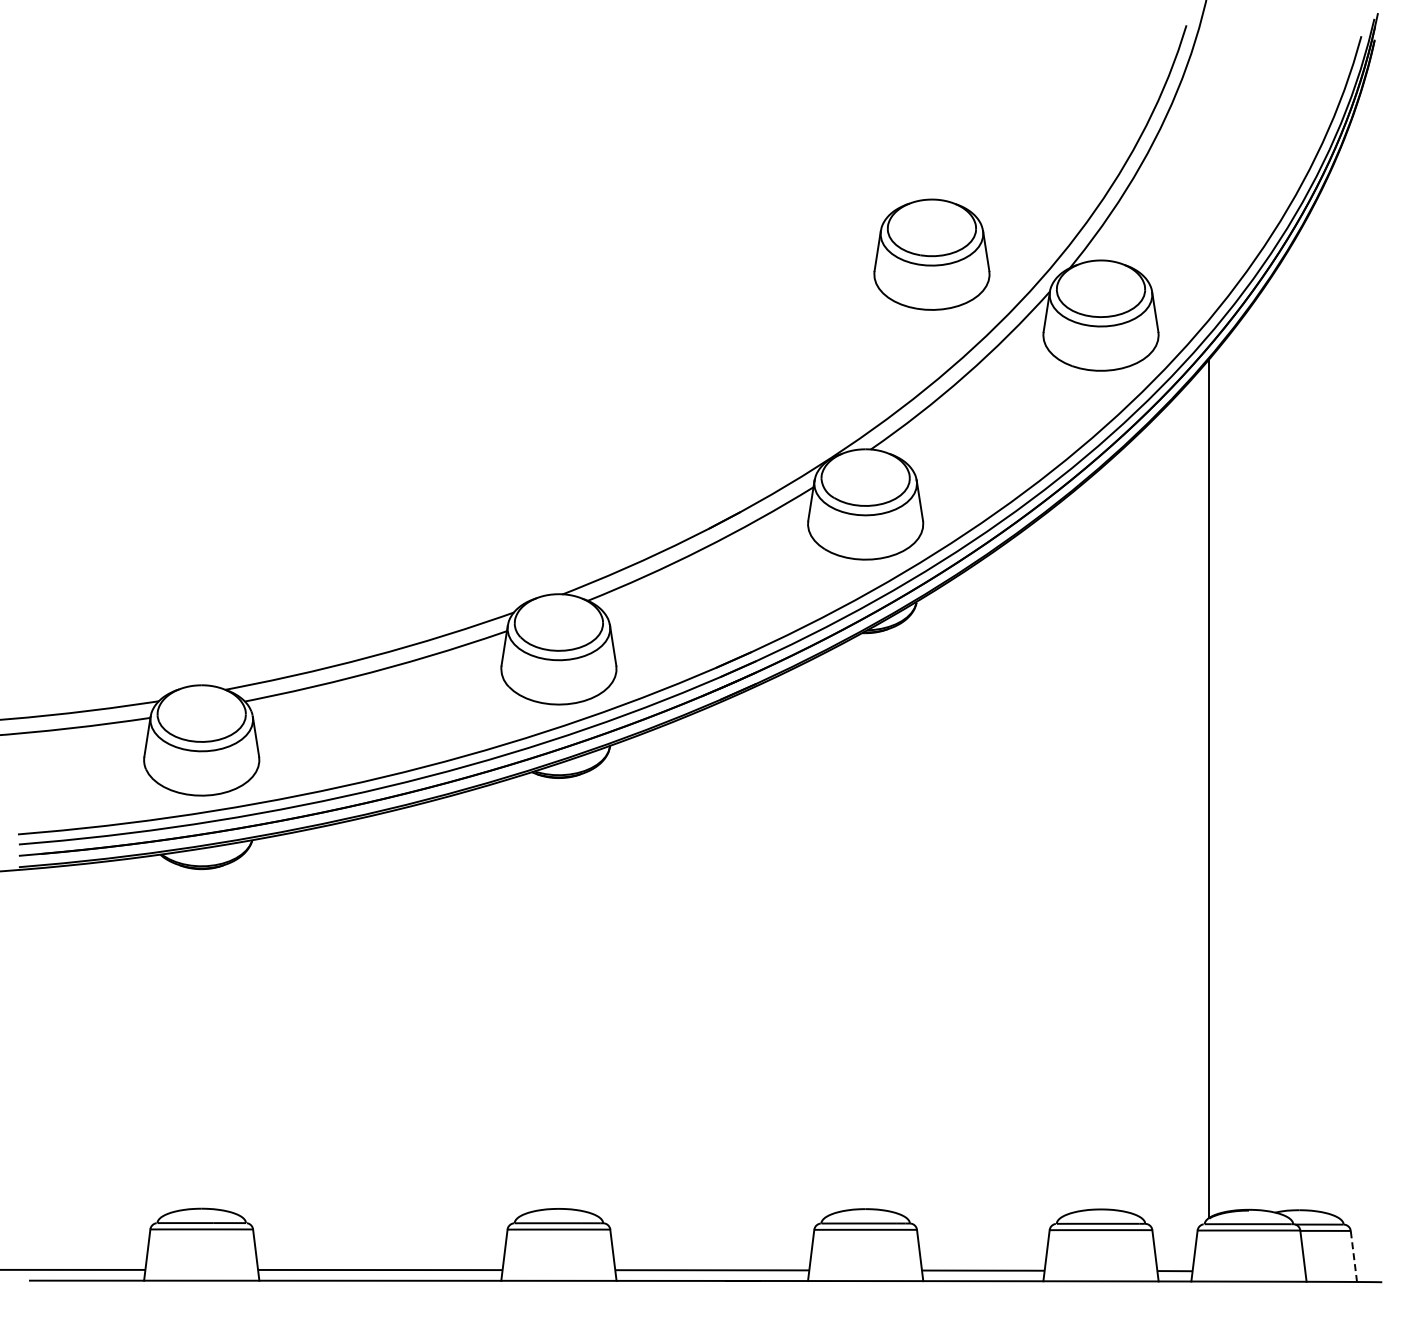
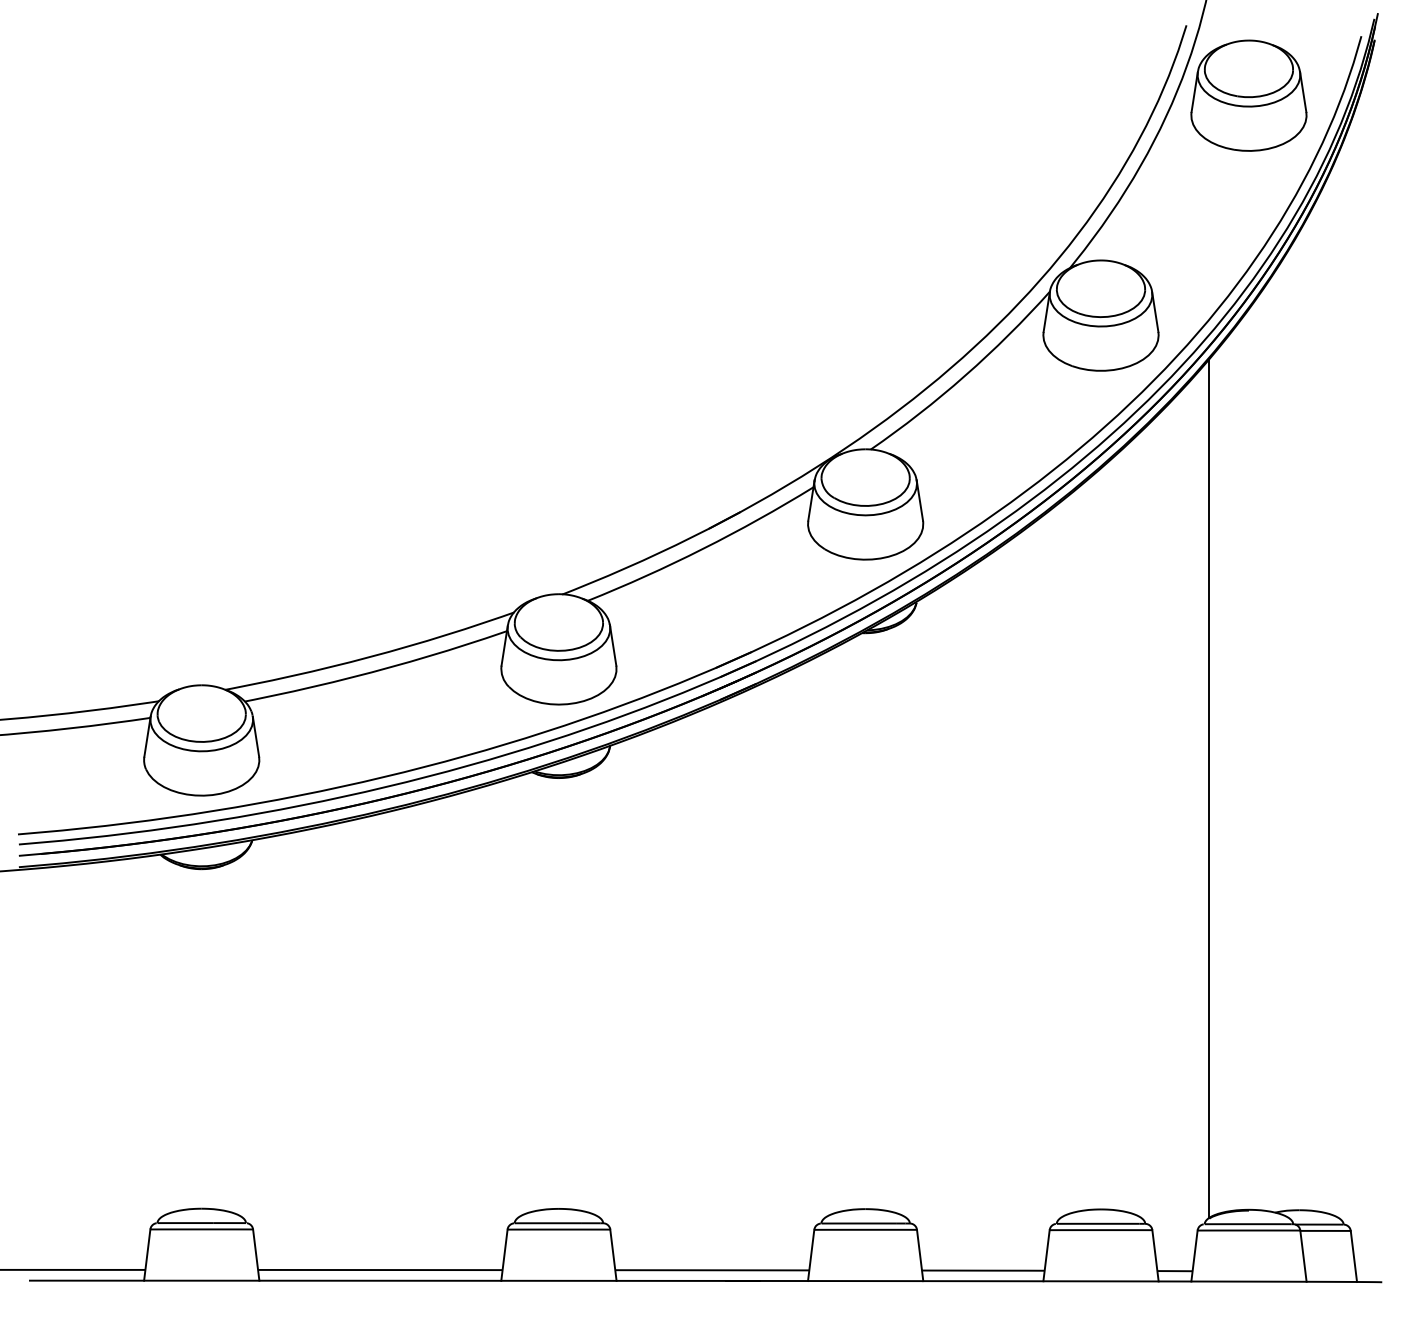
part at (931, 254) position: (931, 254) -> (1248, 95)
line at (1353, 1256): dashed -> solid
